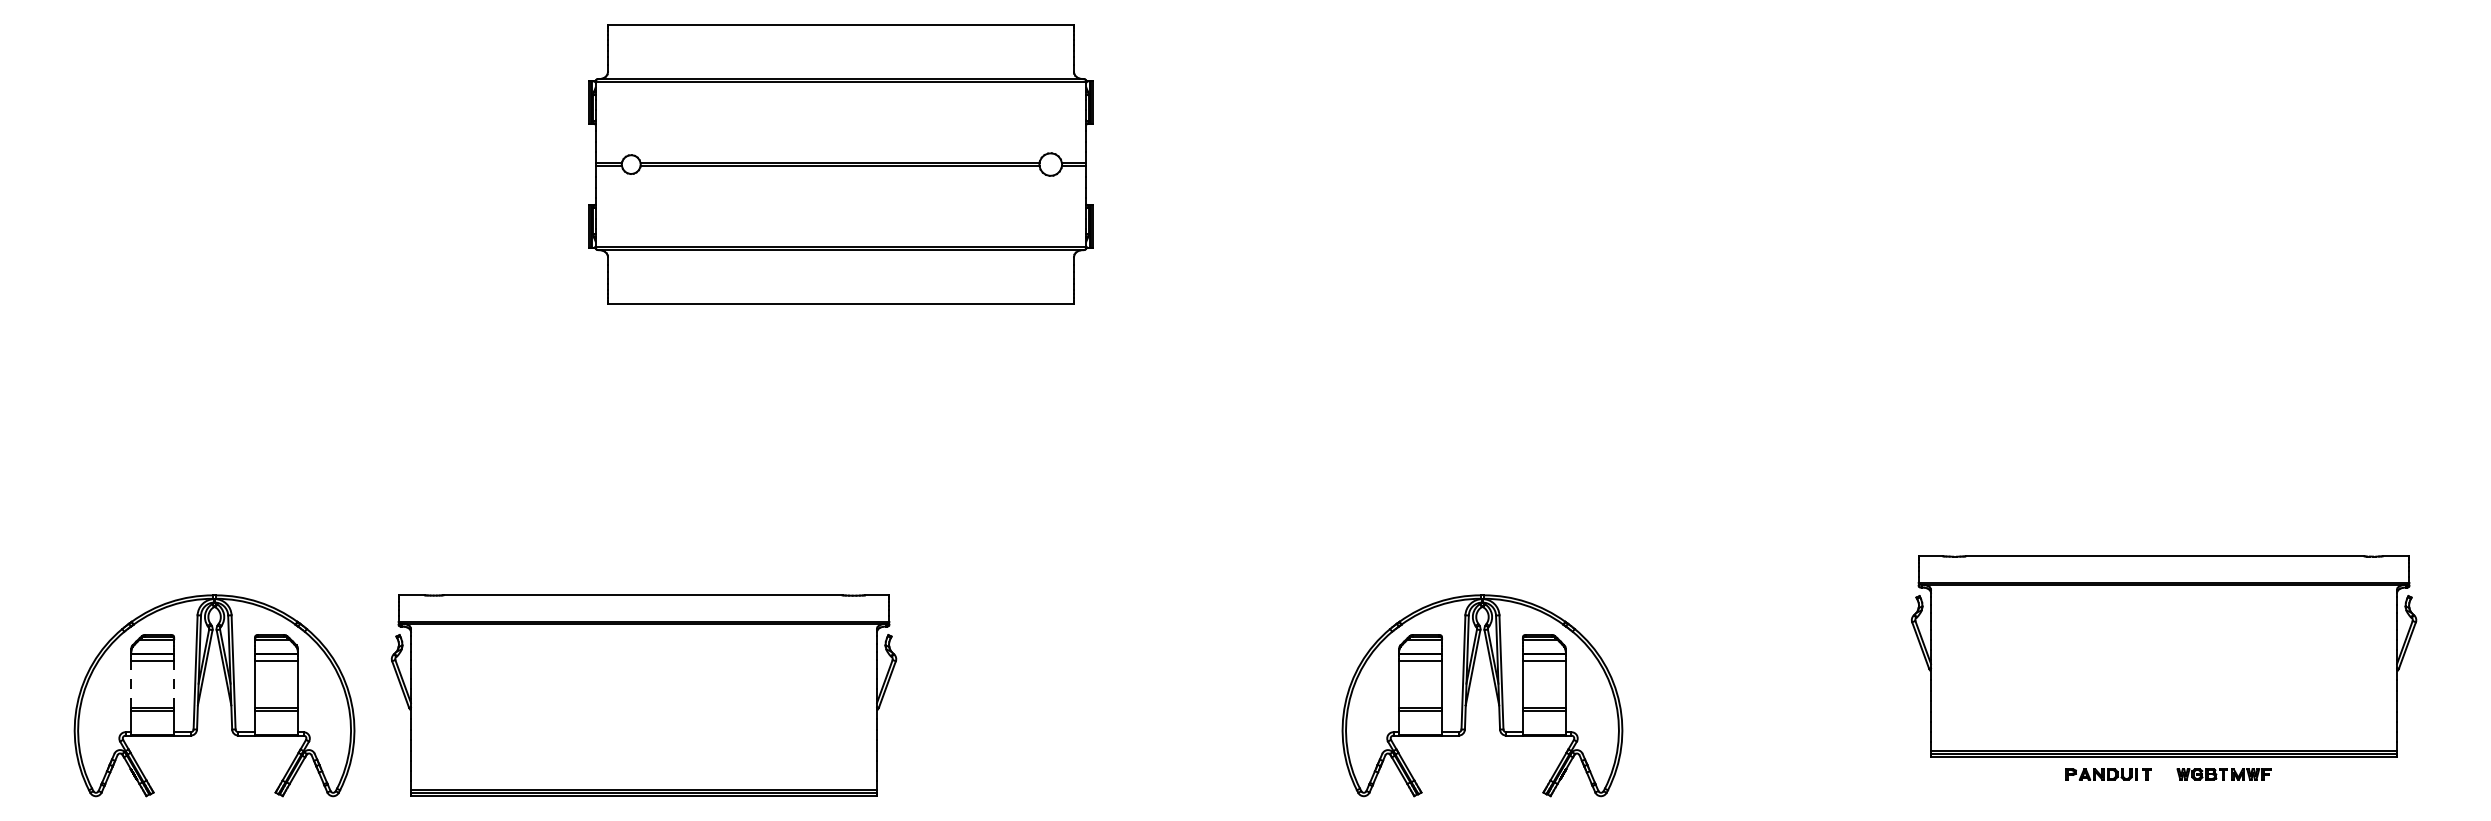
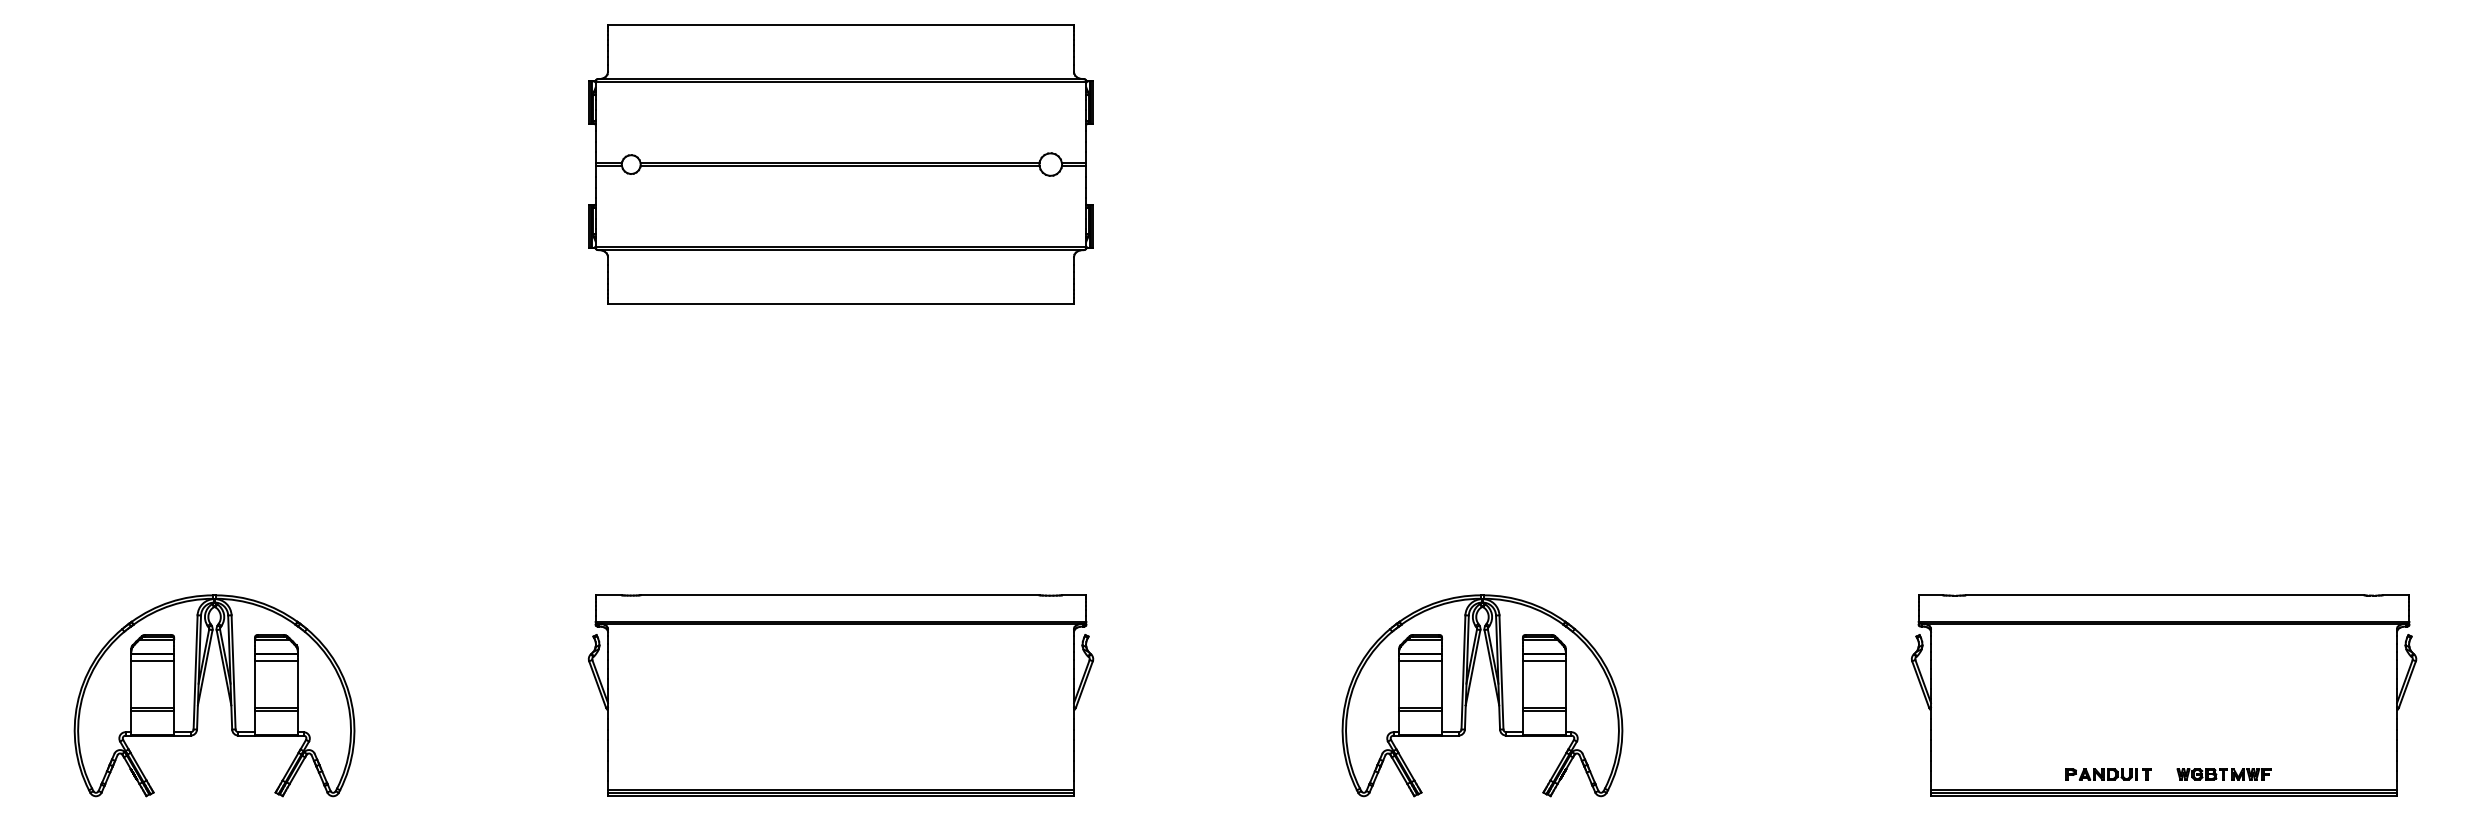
part at (2163, 656) position: (2163, 656) -> (2163, 695)
line at (131, 683): dashed -> solid
line at (174, 683): dashed -> solid
part at (643, 695) position: (643, 695) -> (840, 695)
